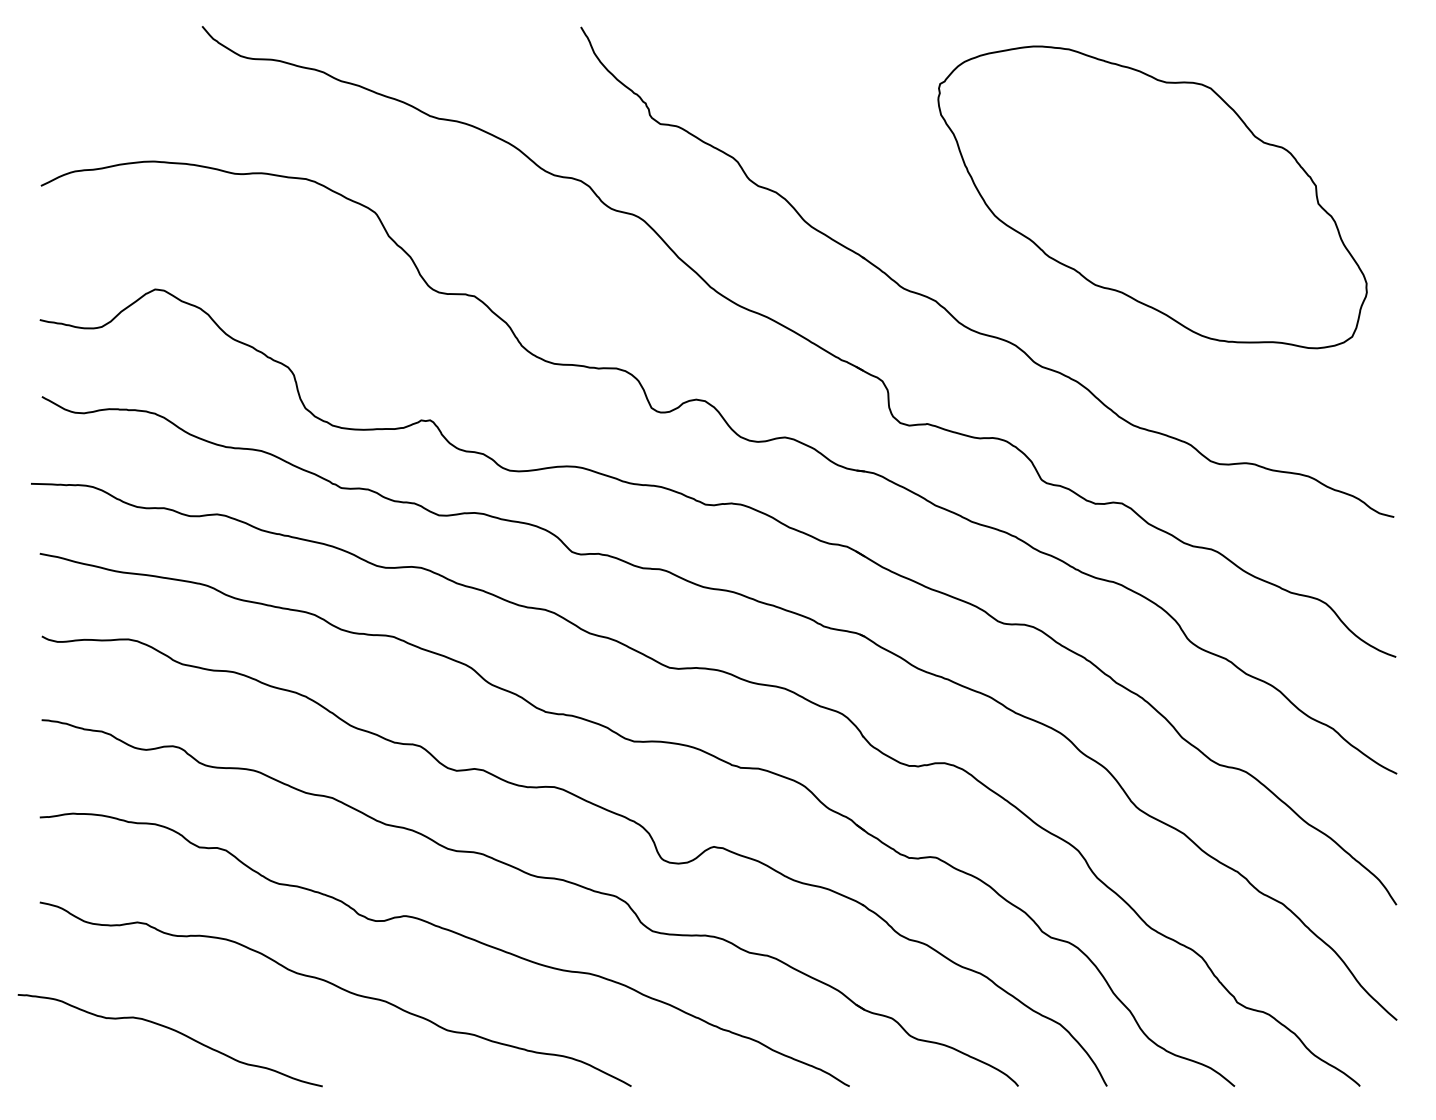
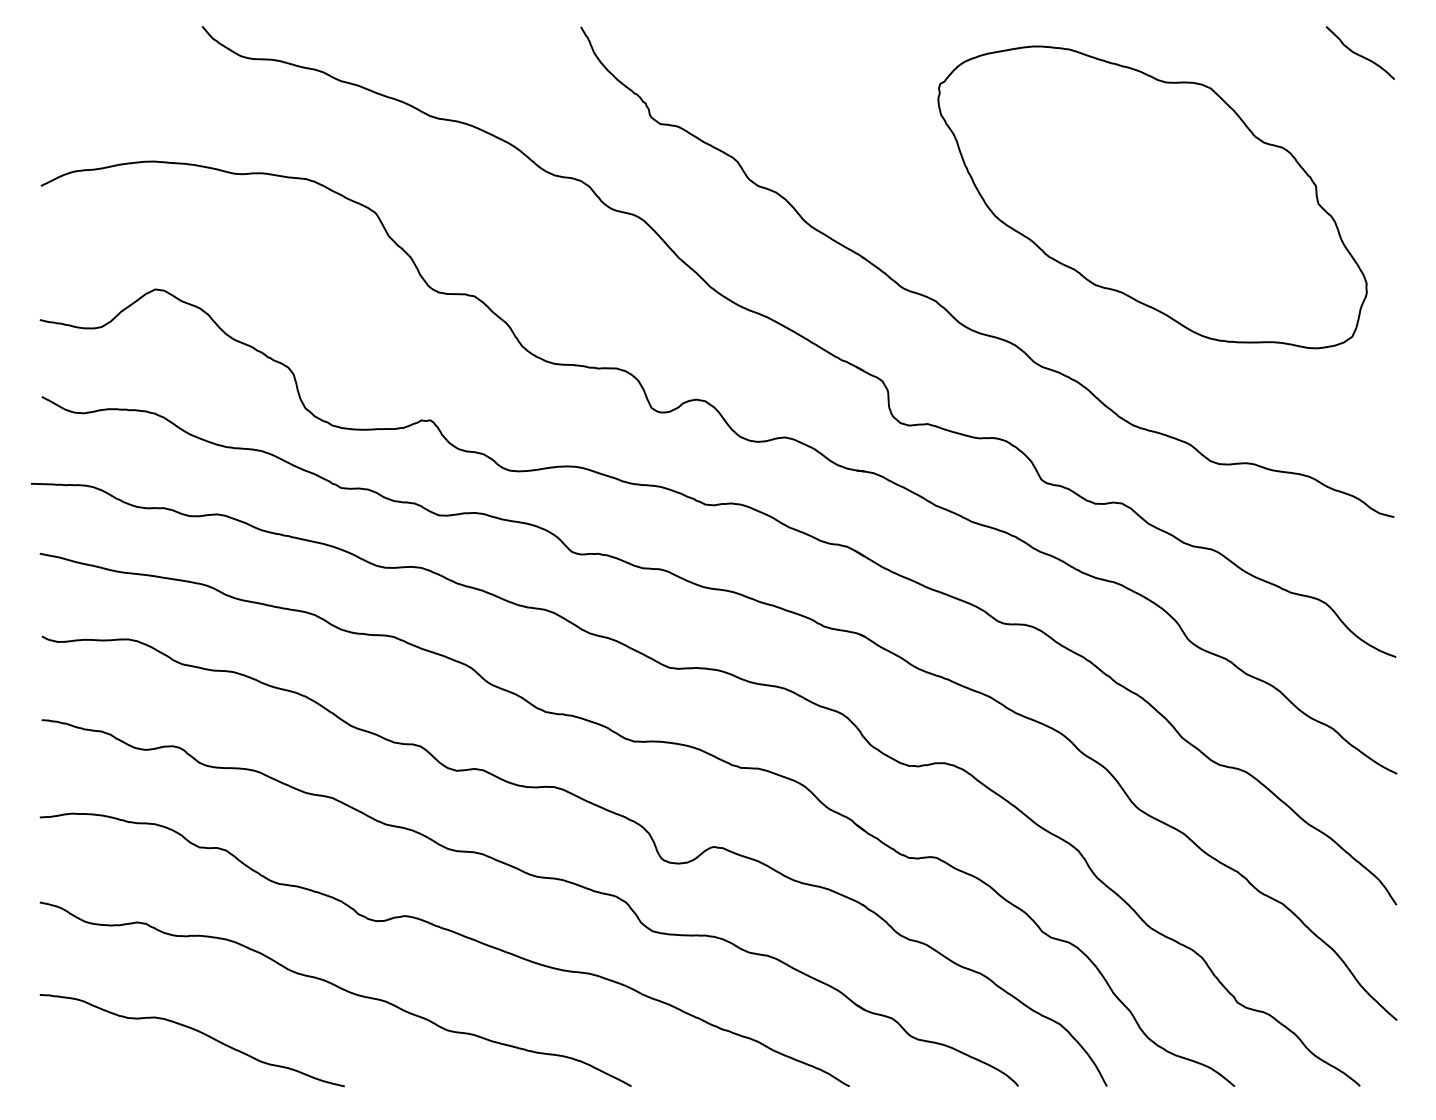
curve at (1360, 54): none -> present
curve at (171, 1030) position: (171, 1030) -> (193, 1030)
